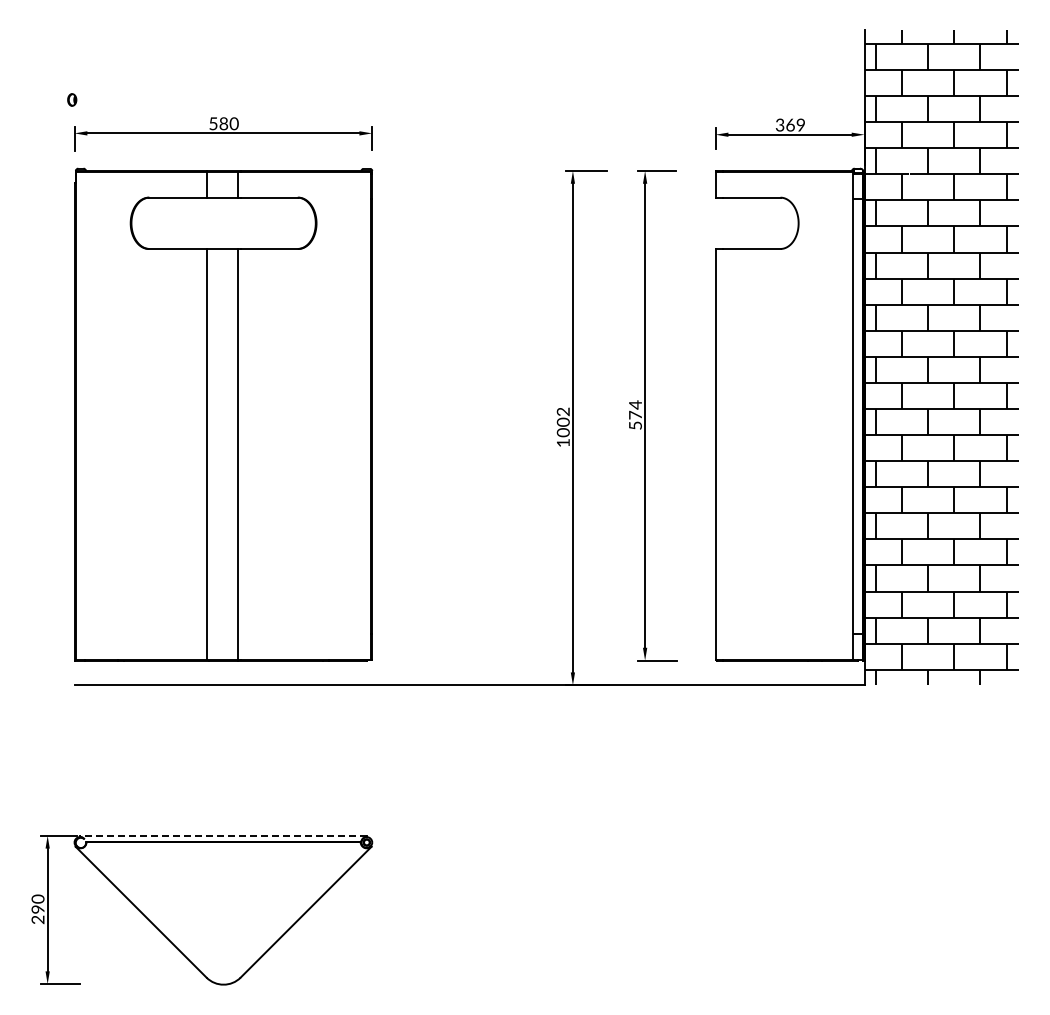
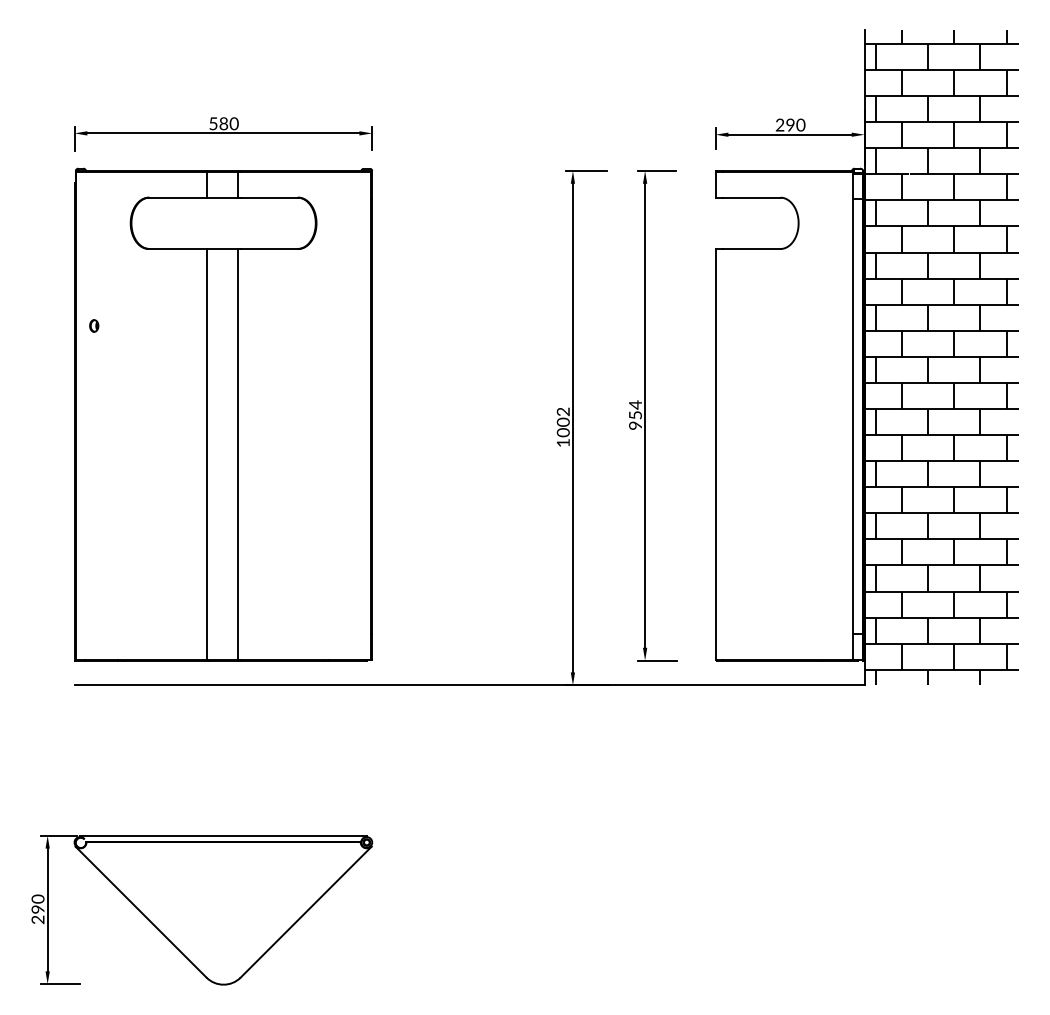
part at (72, 99) position: (72, 99) -> (94, 325)
text at (790, 124): 369 -> 290
text at (635, 419): 574 -> 954
line at (222, 835): dashed -> solid
